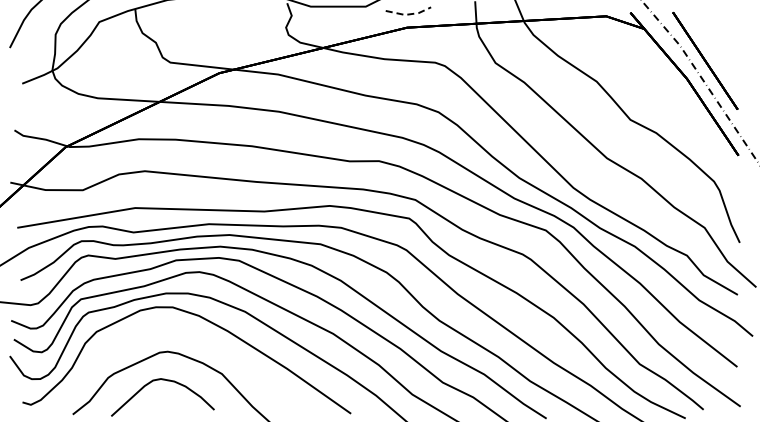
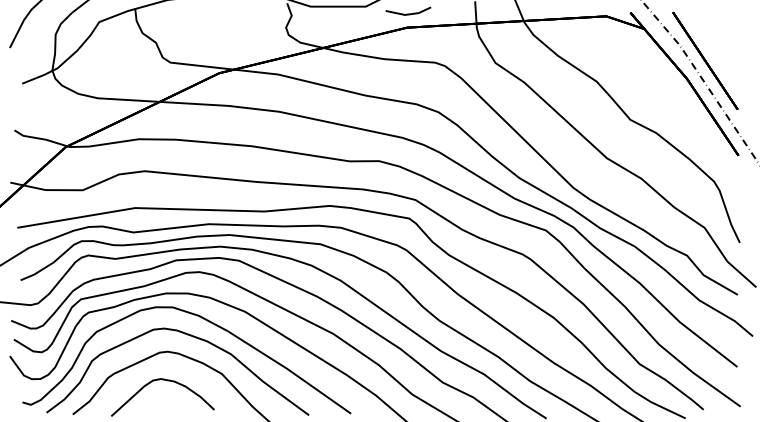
line at (408, 14): dashed -> solid
curve at (190, 336): none -> present
